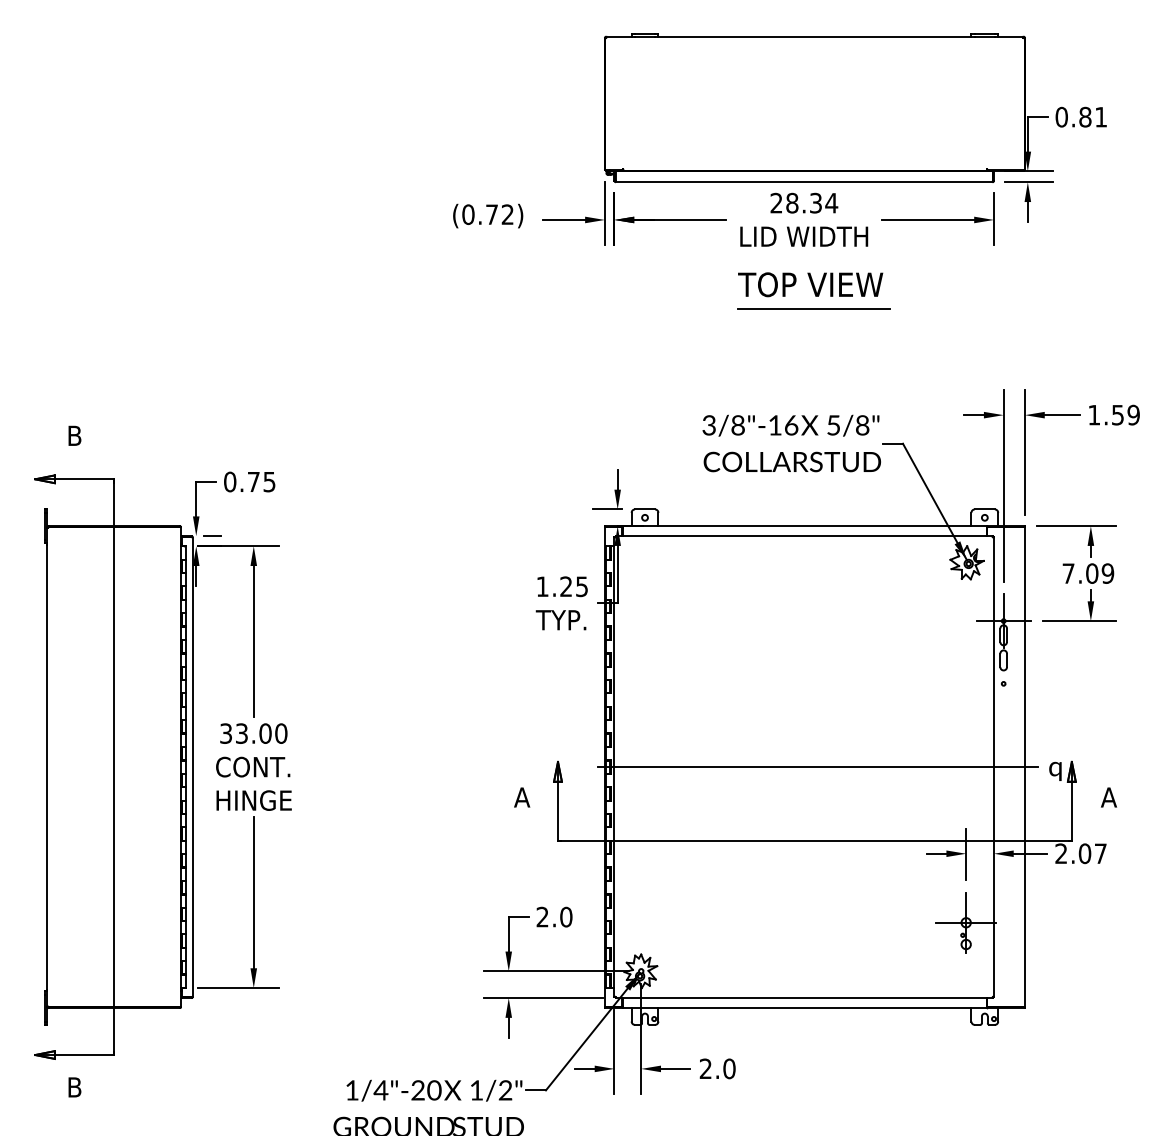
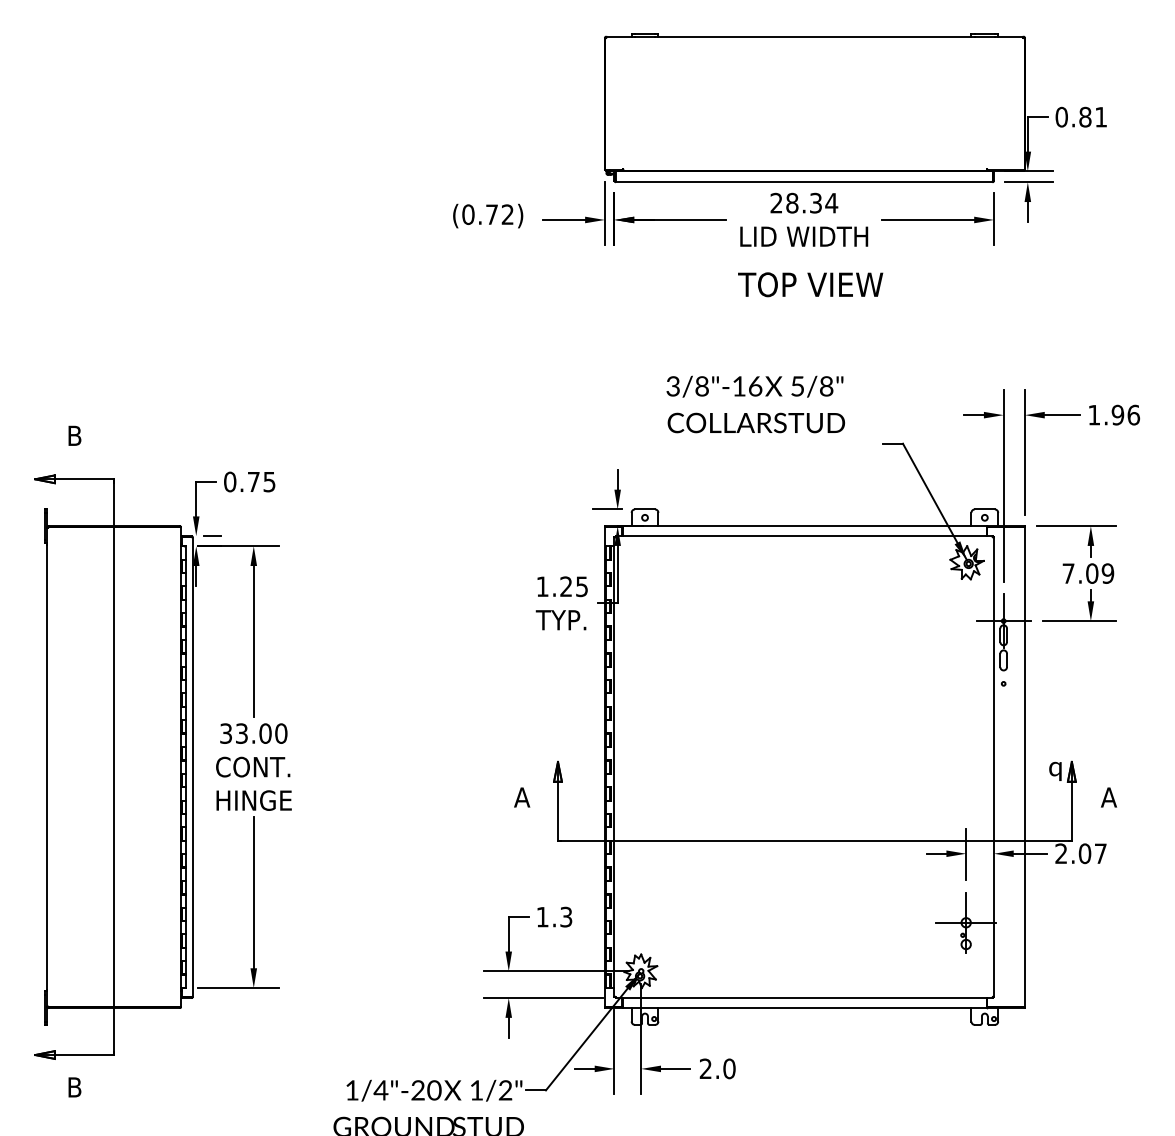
line at (814, 308): present -> none
text at (1125, 414): 1.59 -> 1.96
text at (791, 443) position: (791, 443) -> (755, 404)
line at (817, 767): present -> none
text at (554, 916): 2.0 -> 1.3
